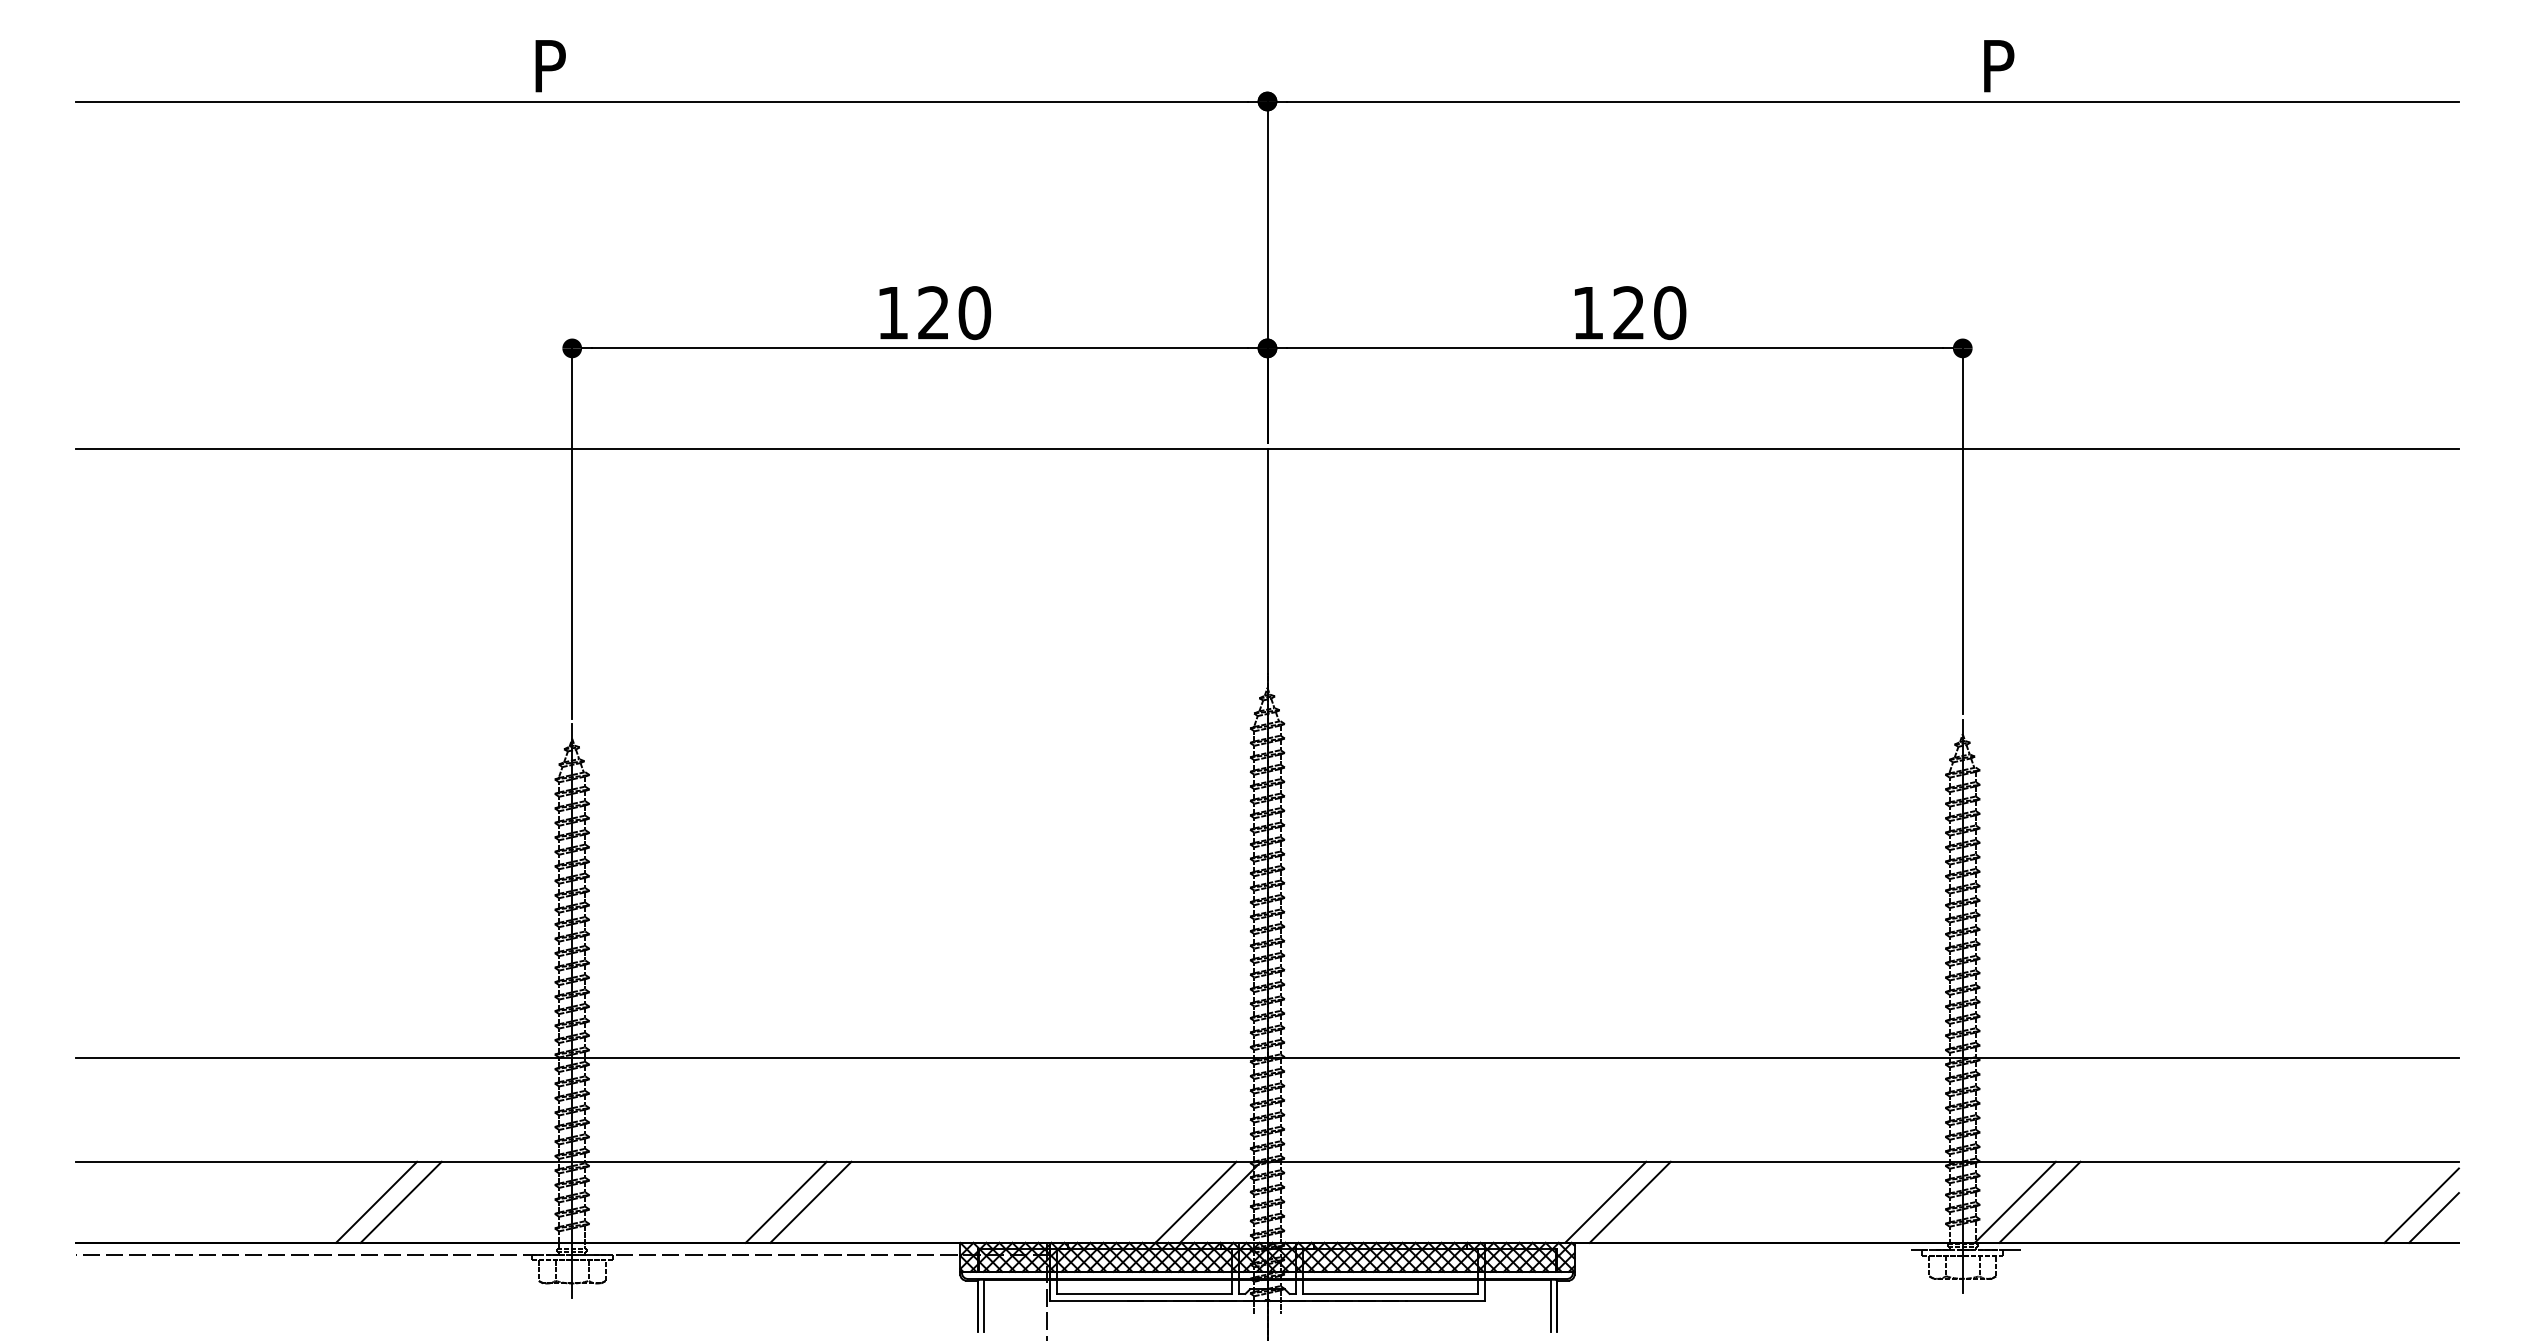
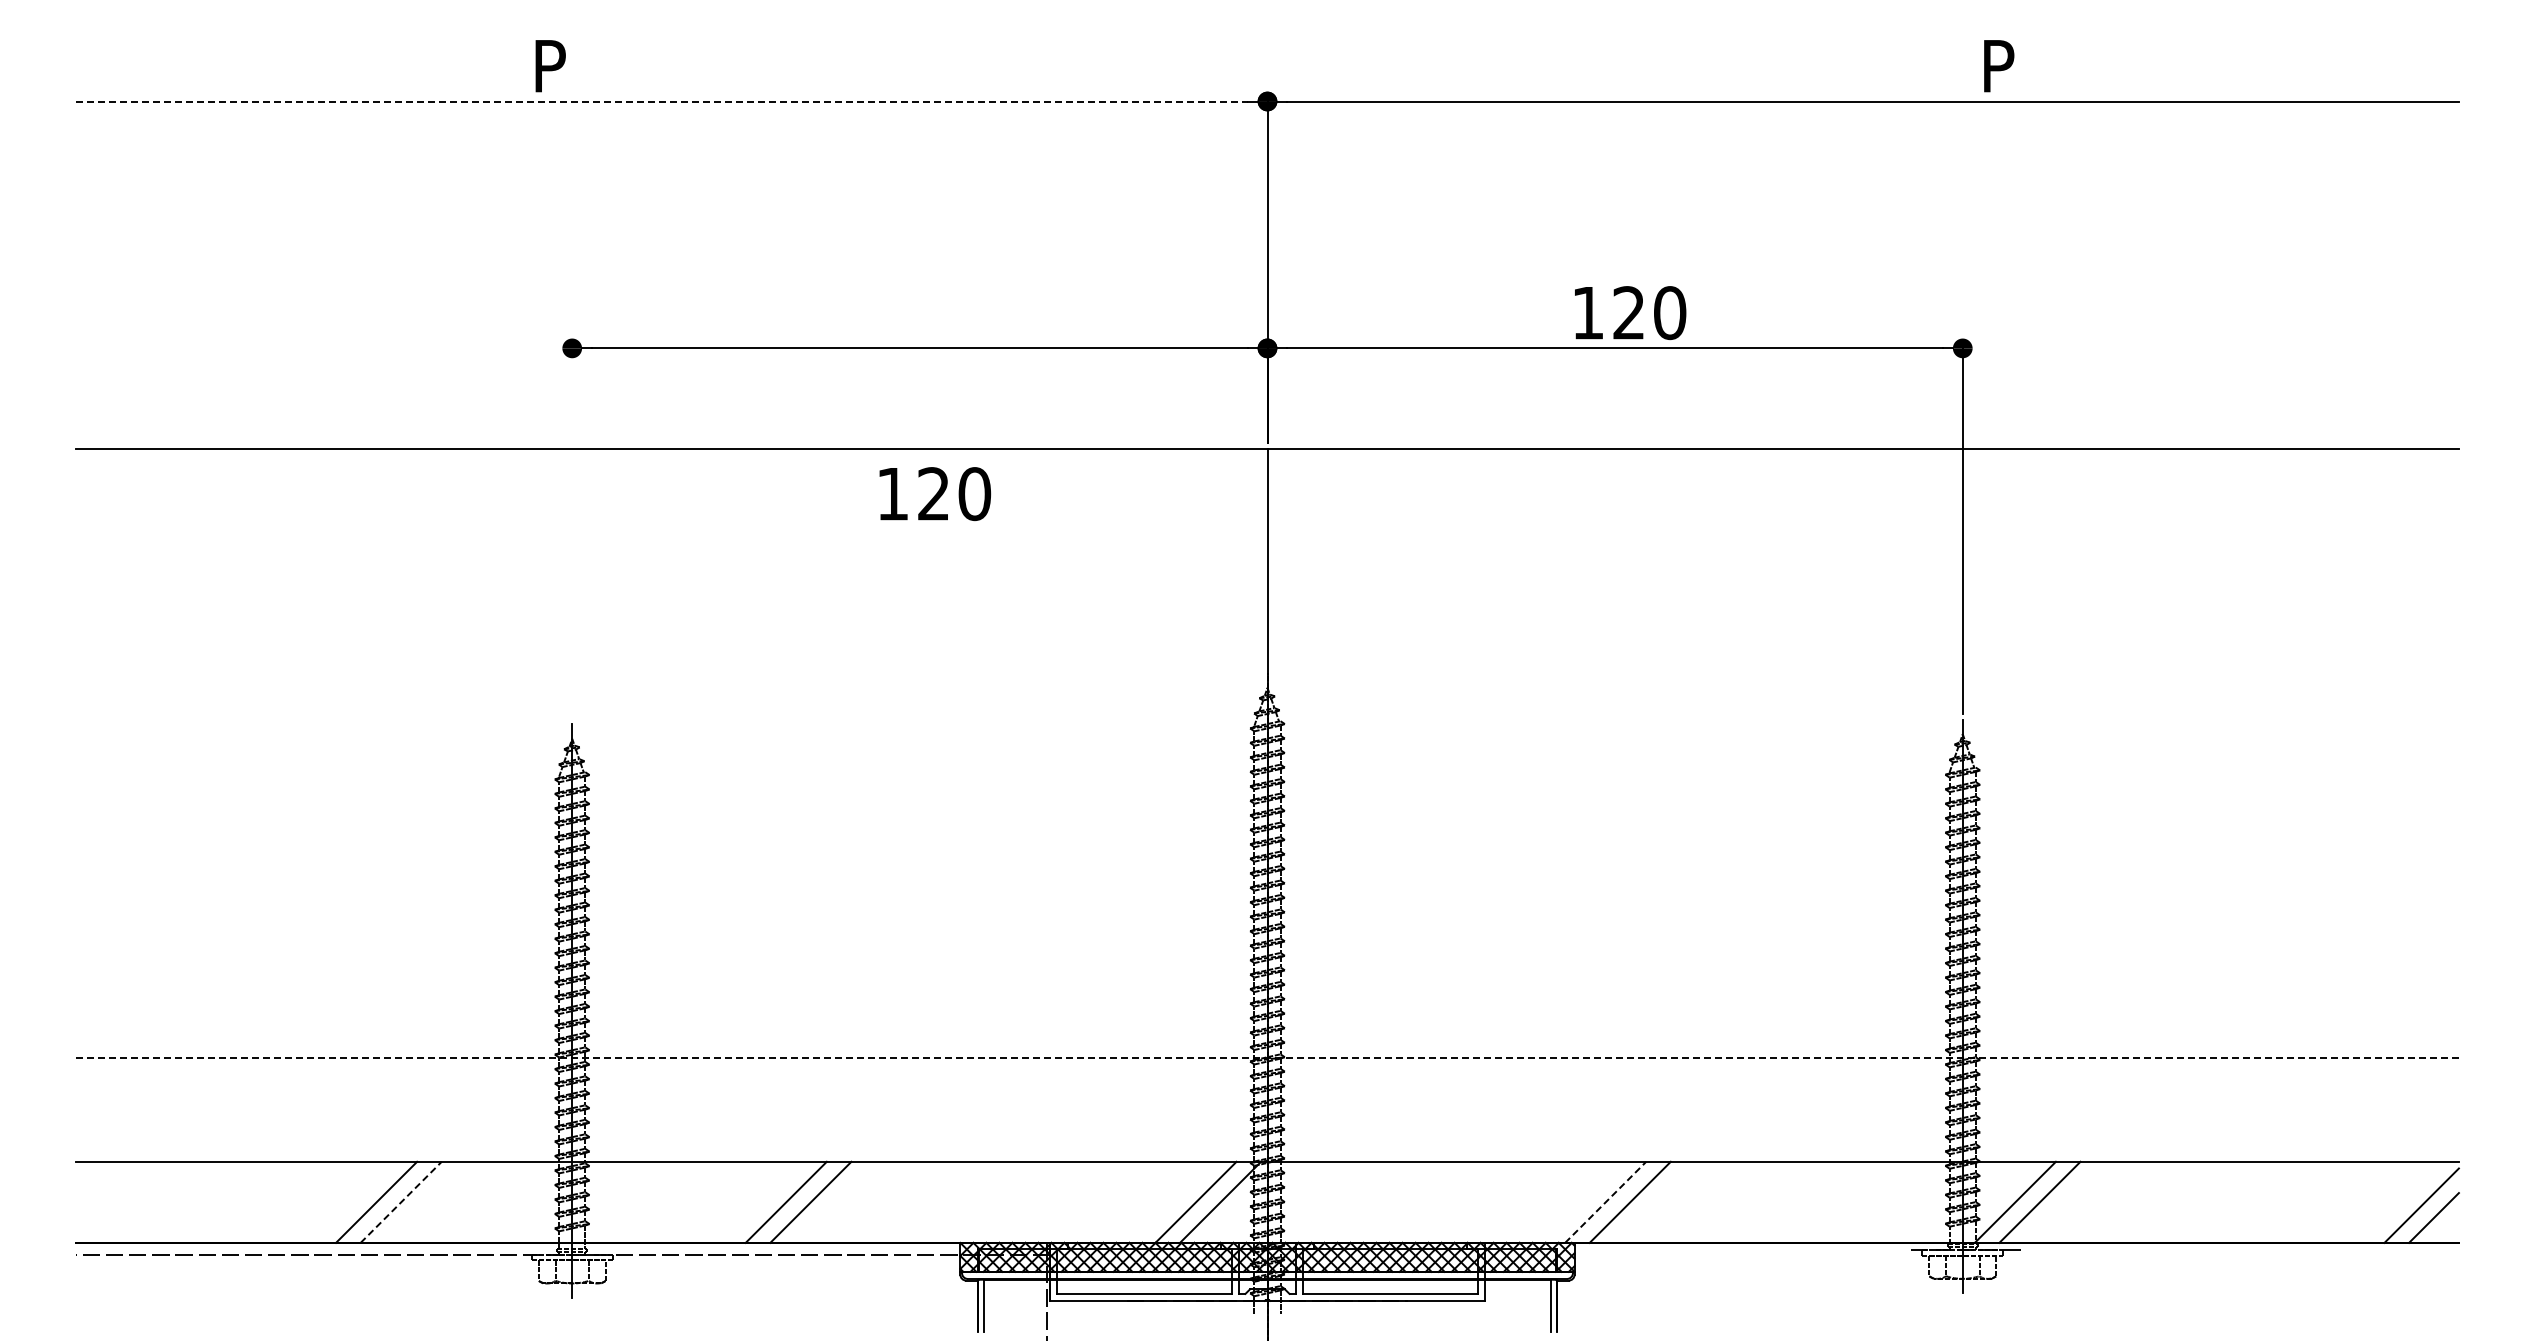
line at (661, 101): solid -> dashed
text at (935, 312) position: (935, 312) -> (935, 493)
line at (572, 530): present -> none
line at (1267, 1057): solid -> dashed
line at (401, 1202): solid -> dashed
line at (1606, 1202): solid -> dashed
